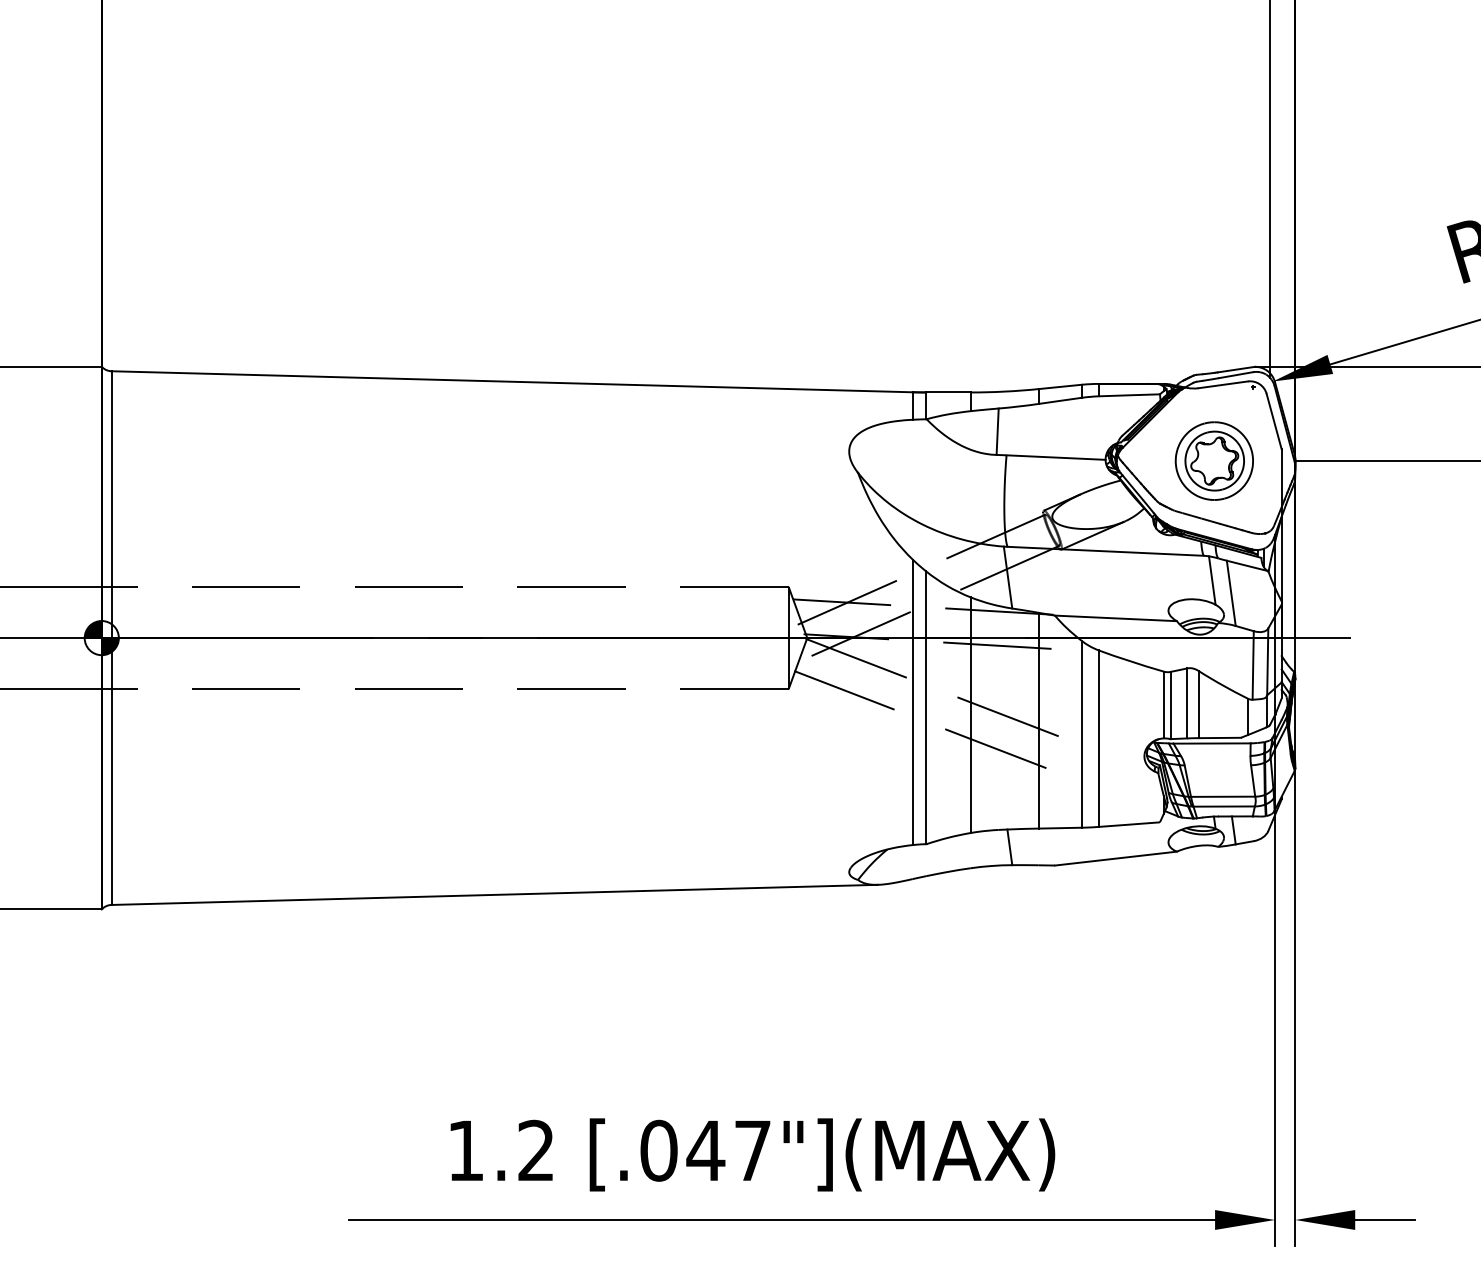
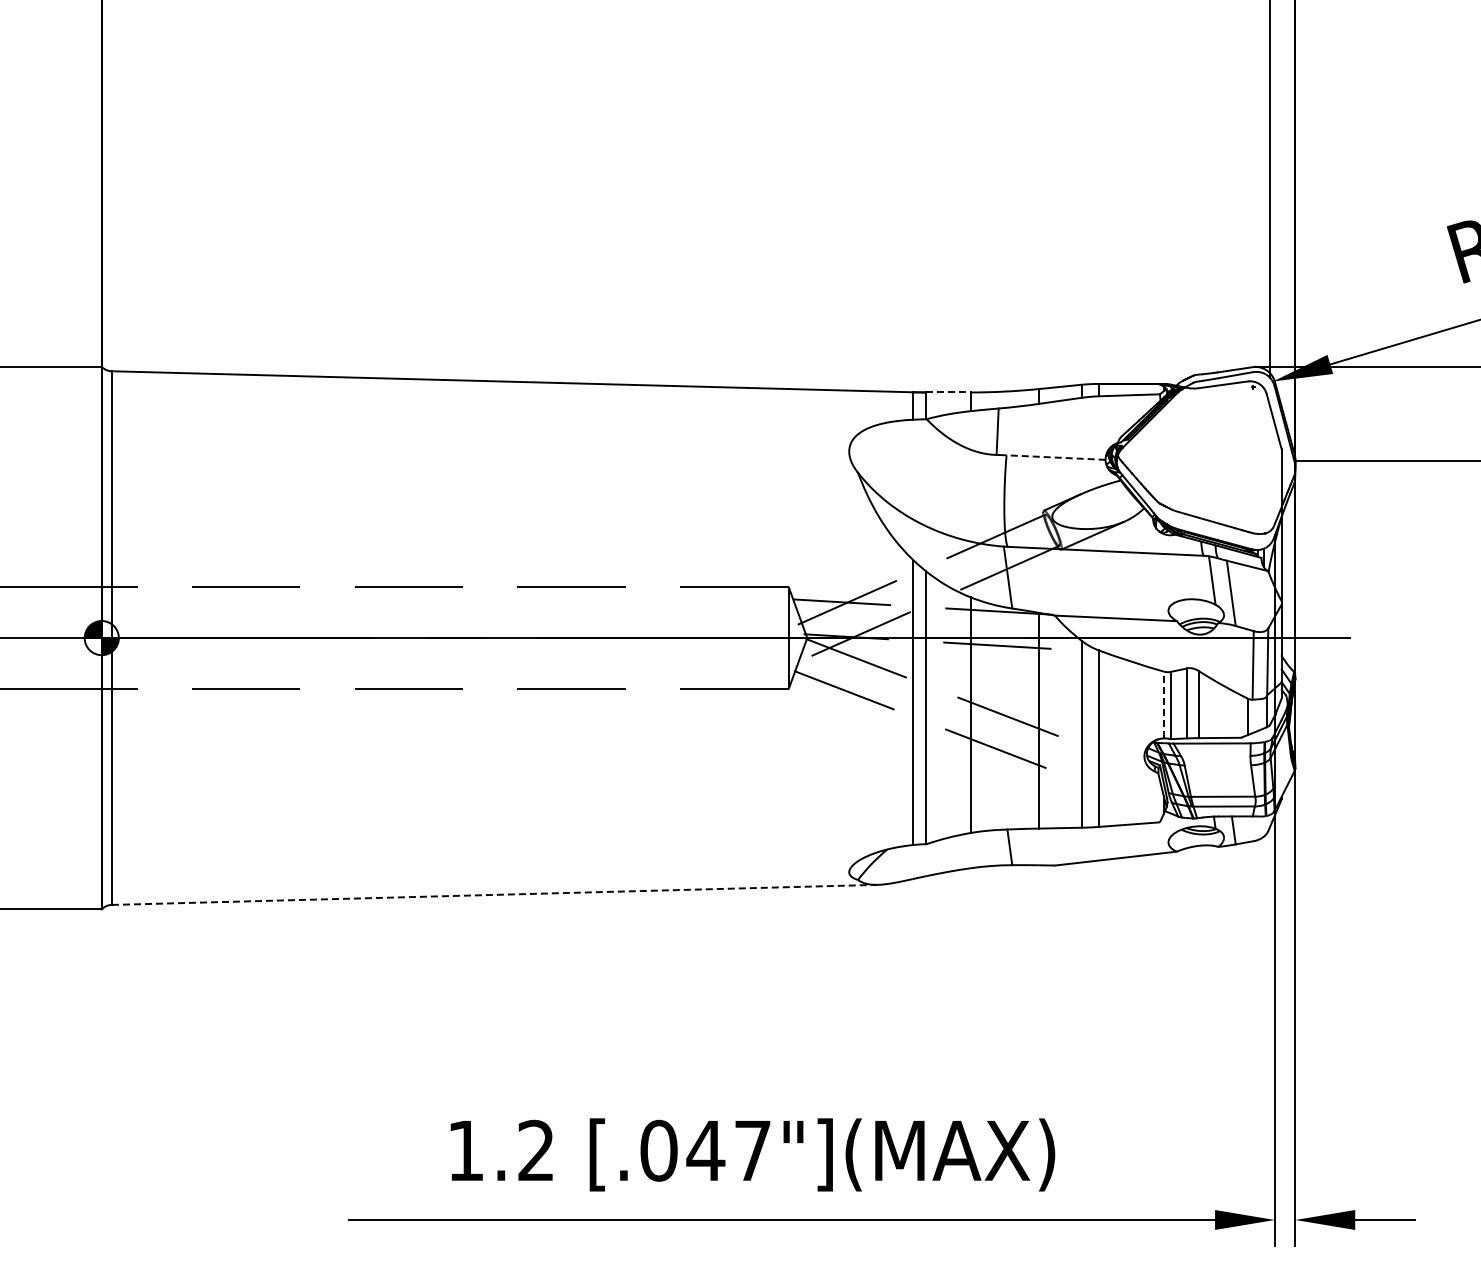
line at (948, 392): solid -> dashed
line at (1056, 457): solid -> dashed
part at (1213, 460): present -> none
line at (1163, 704): solid -> dashed
line at (494, 894): solid -> dashed
